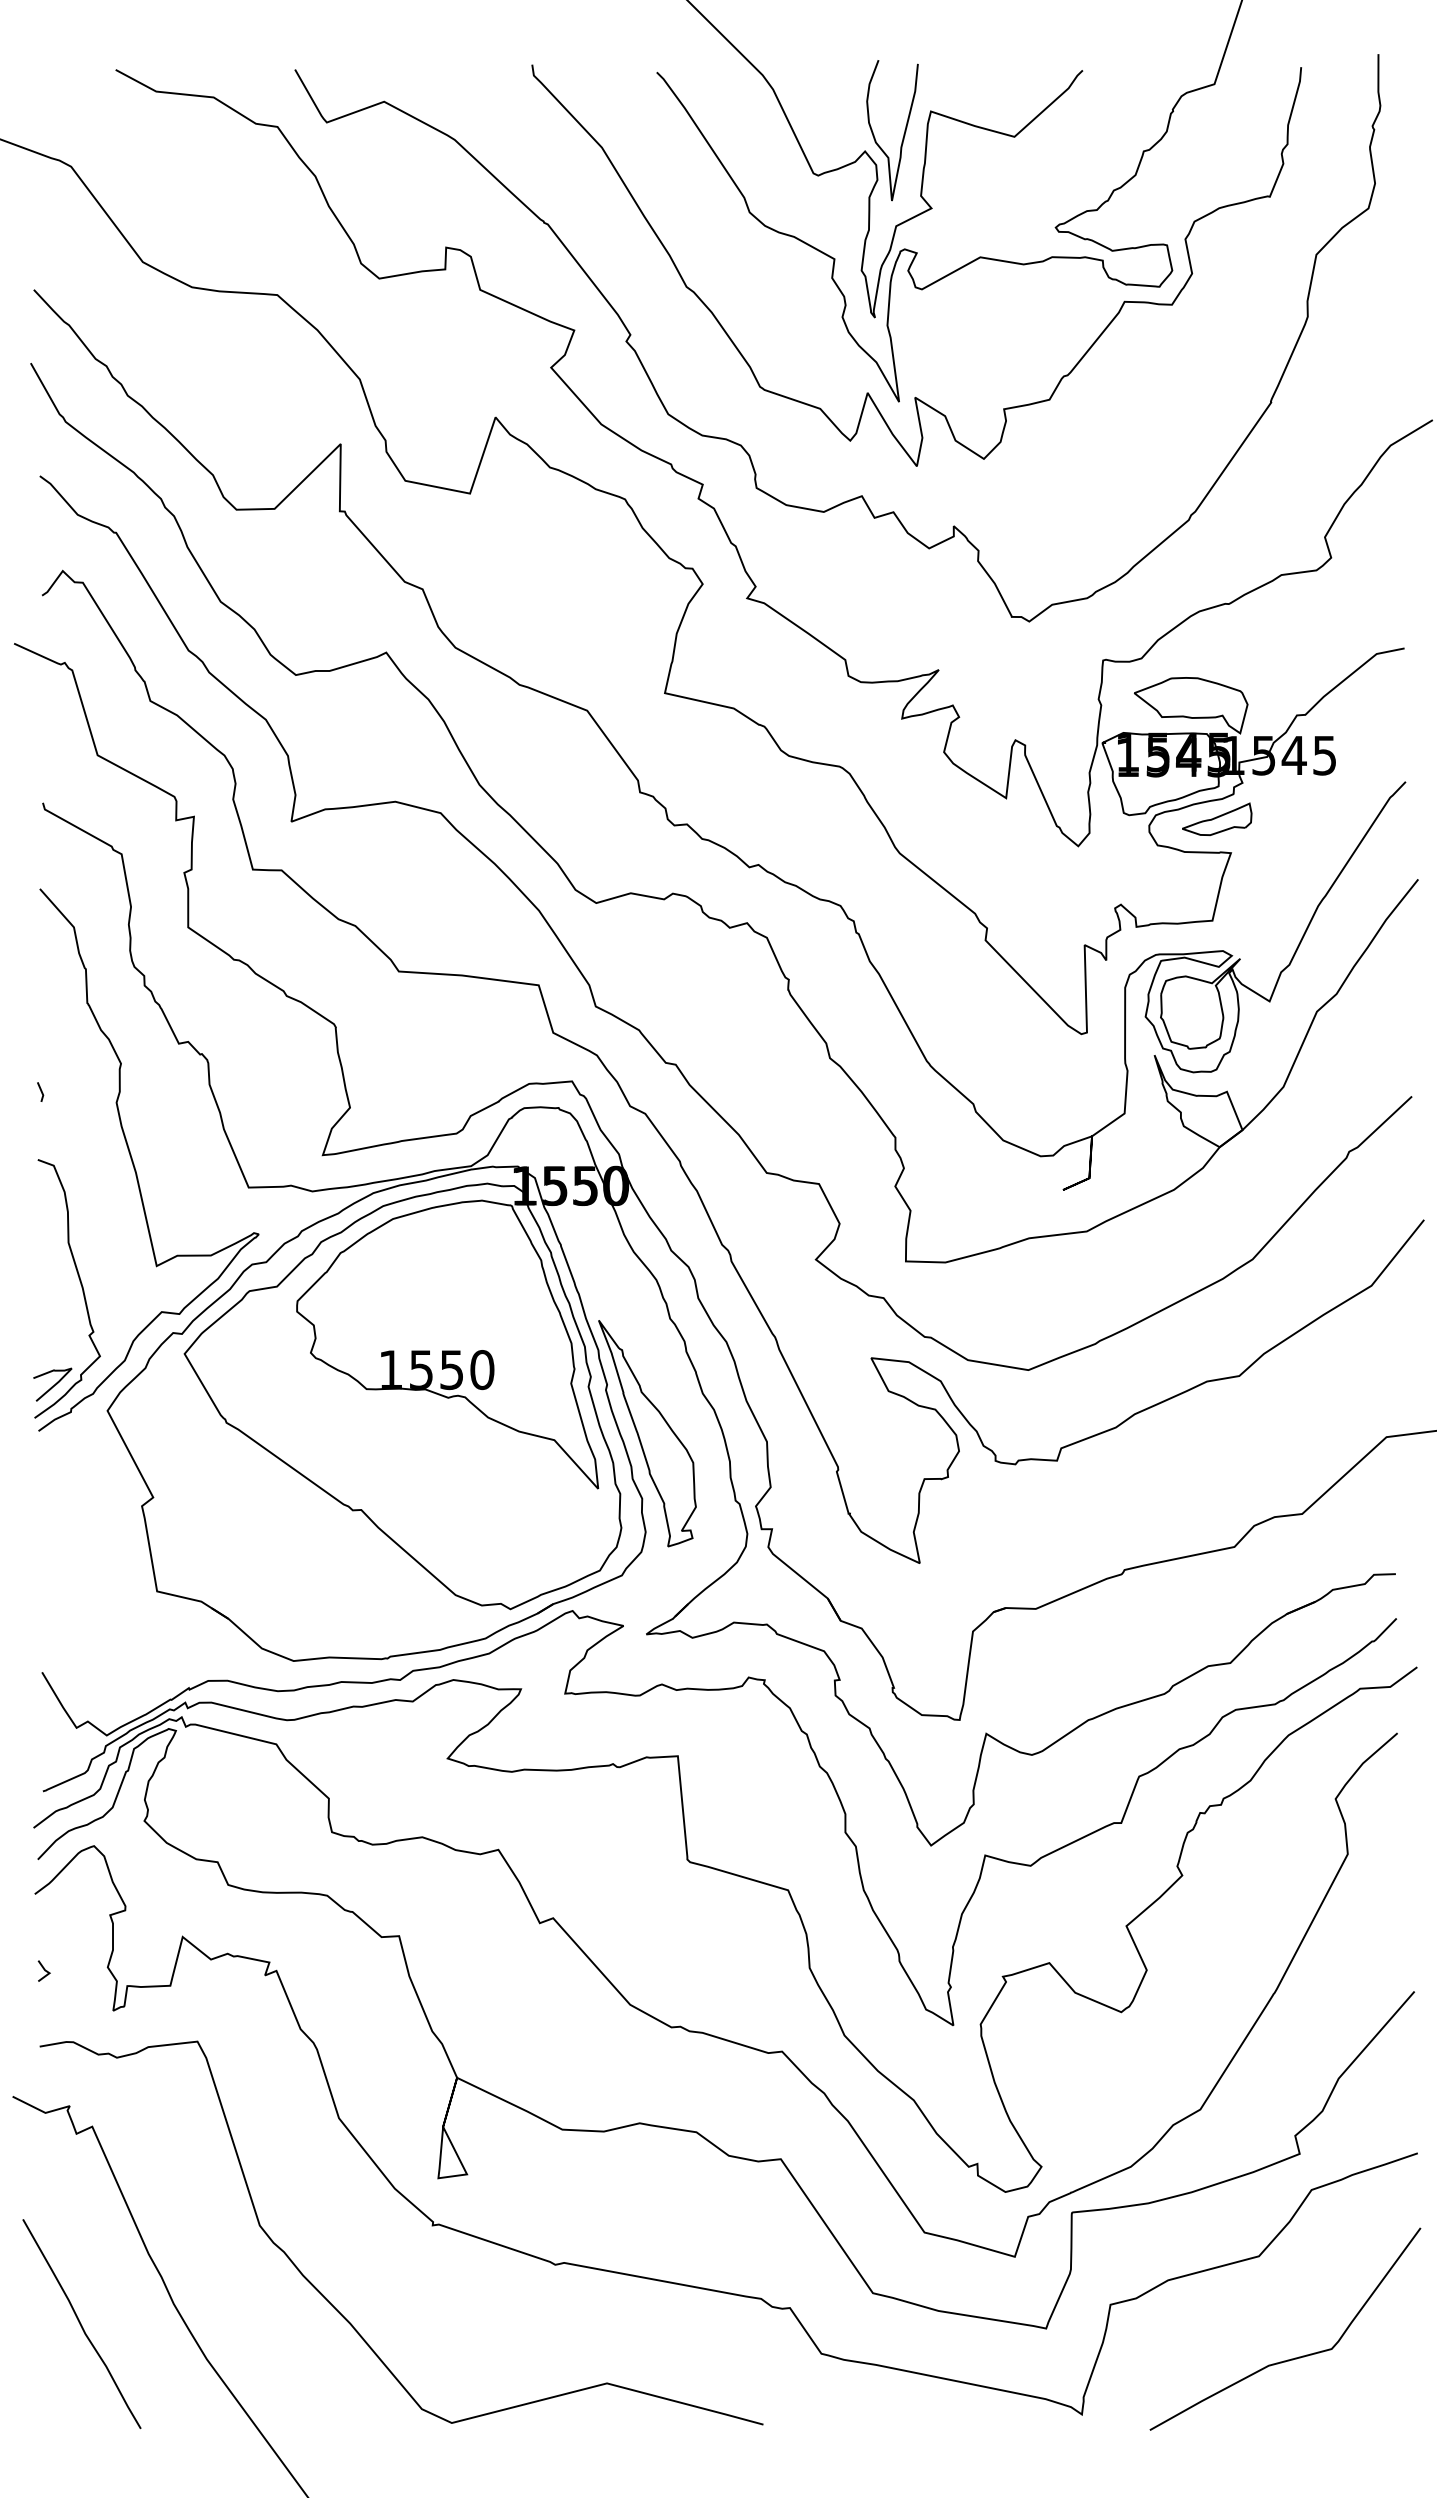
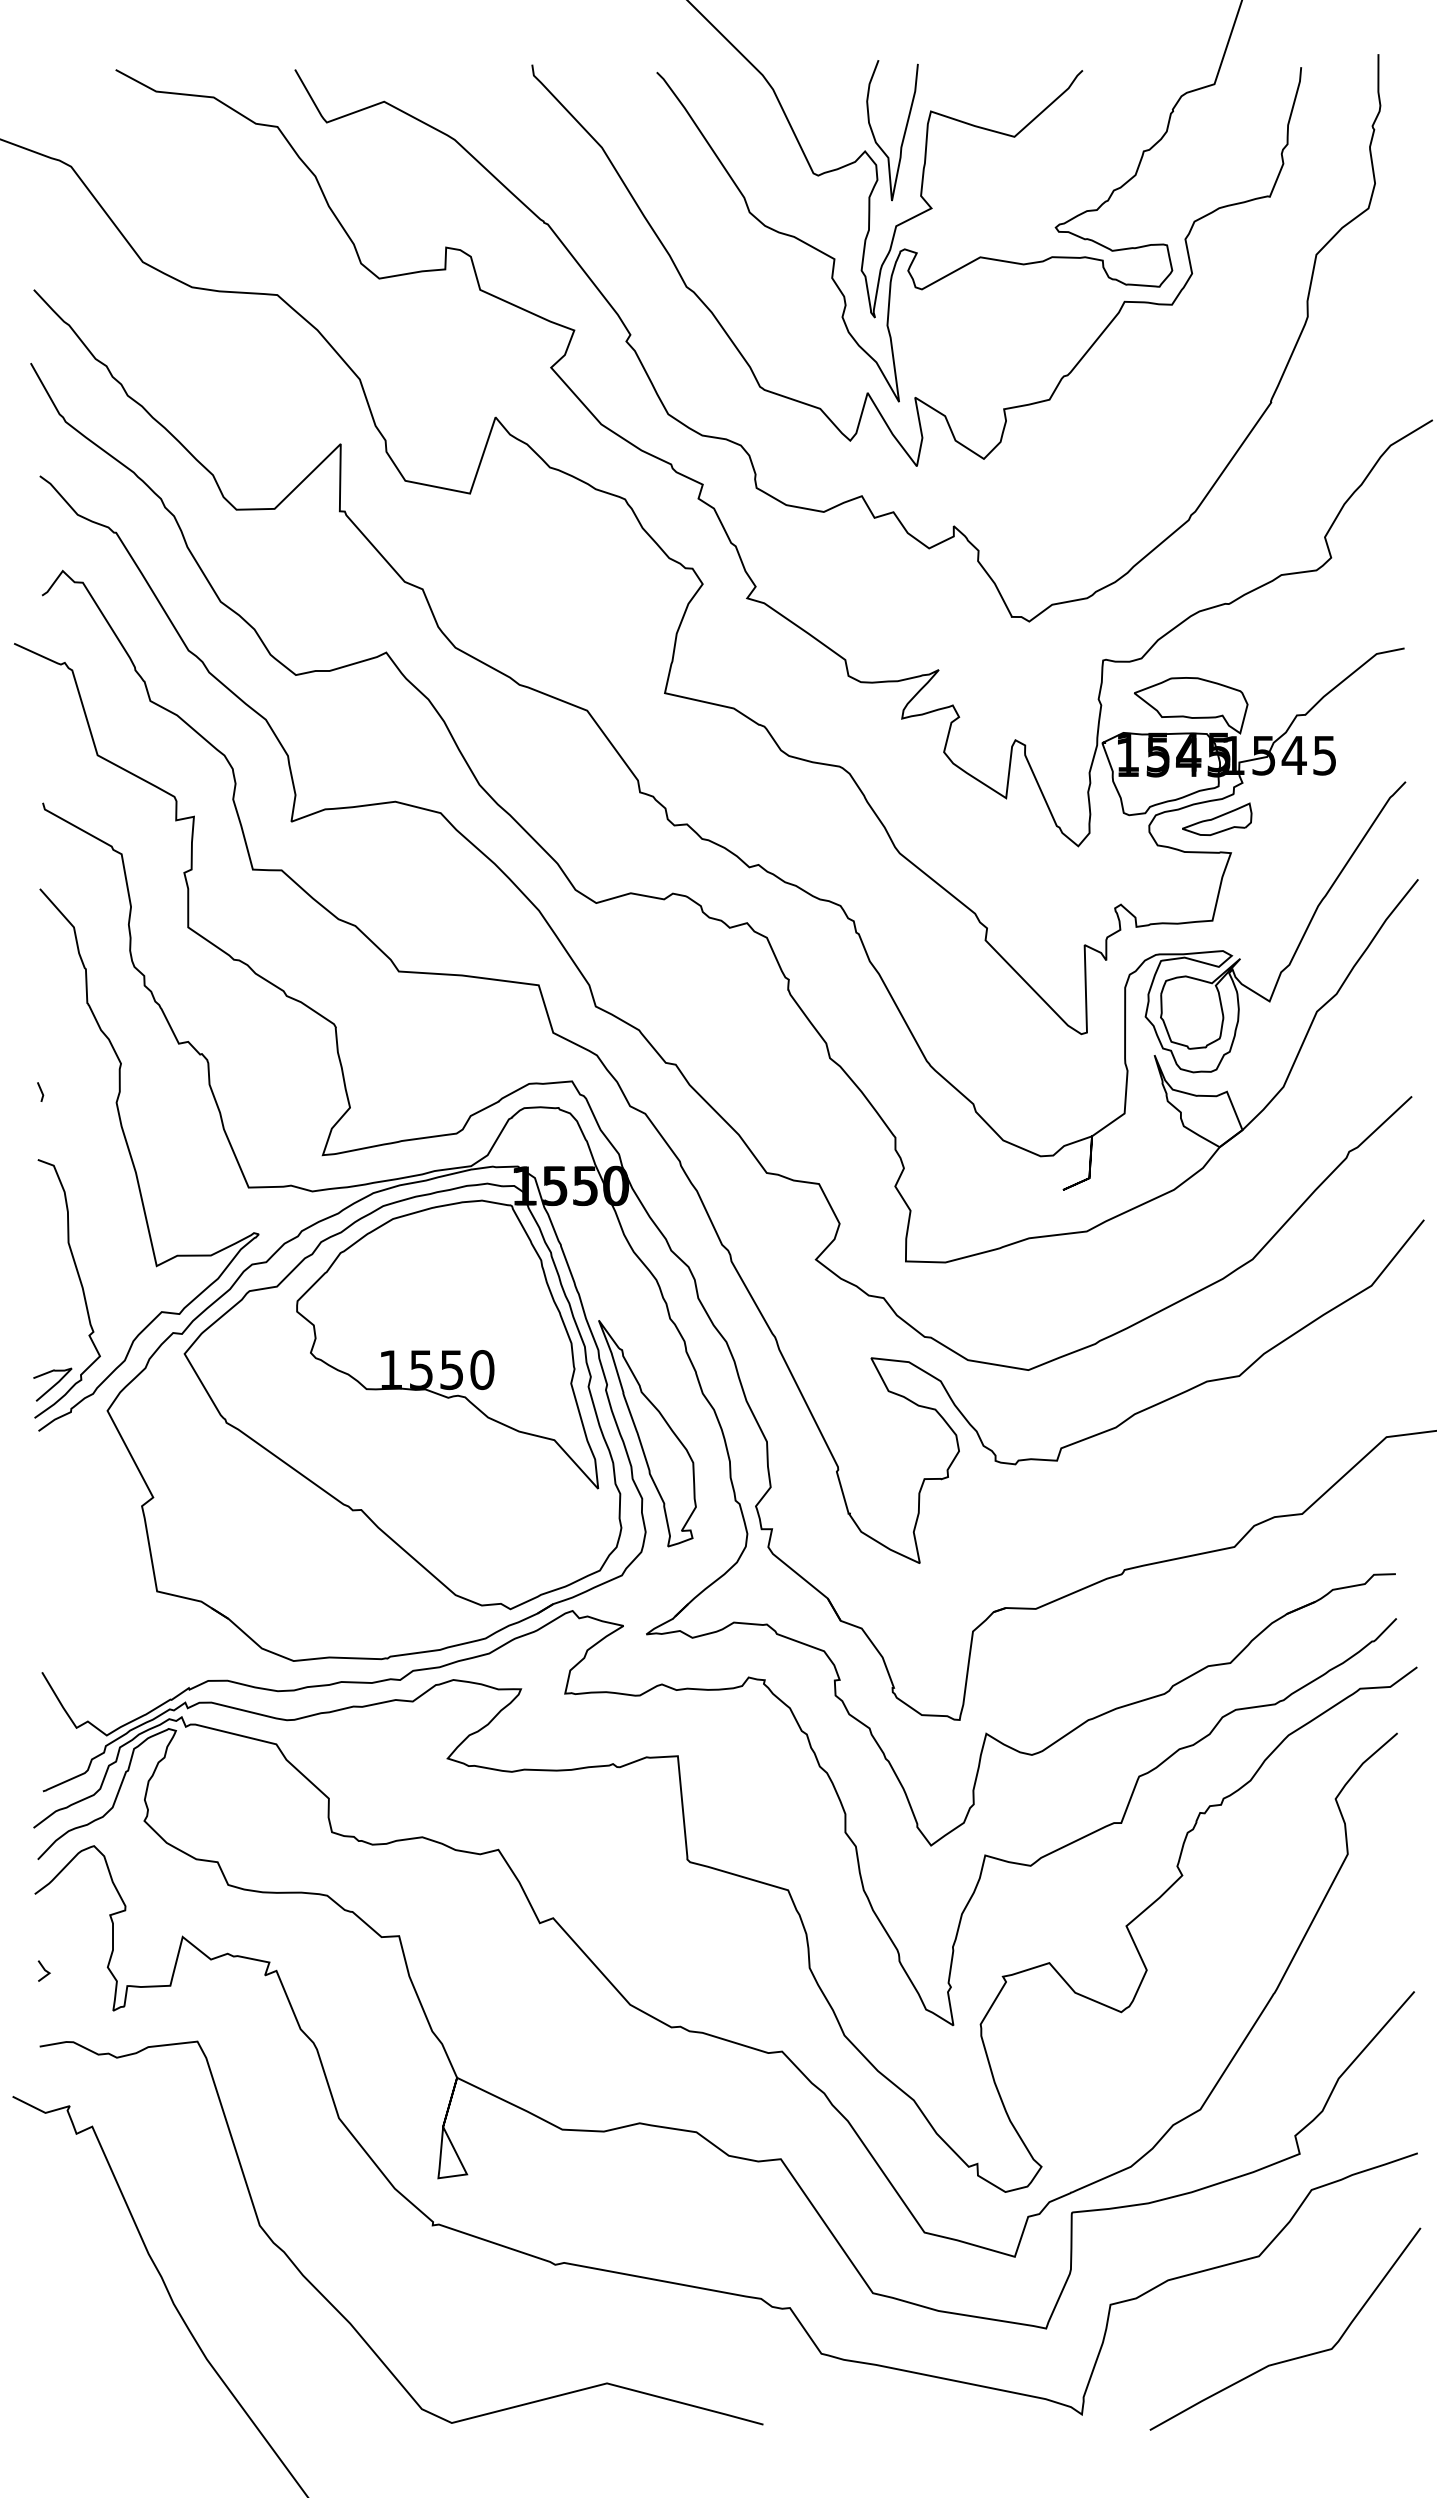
curve at (81, 2324): present -> none
